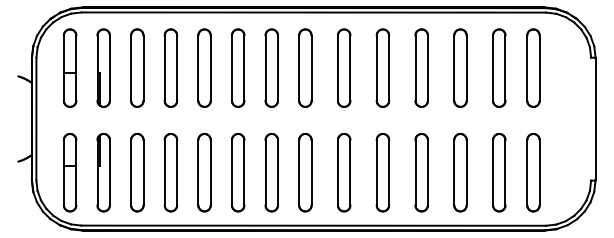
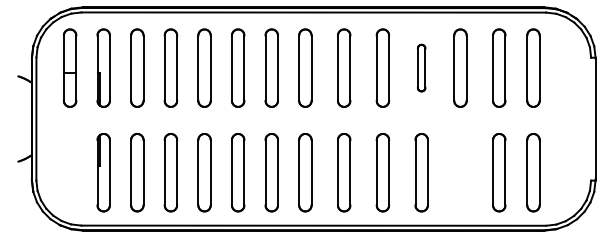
part at (421, 67) size: 15x80 px -> 10x50 px
part at (70, 172): present -> none
part at (460, 172): present -> none
